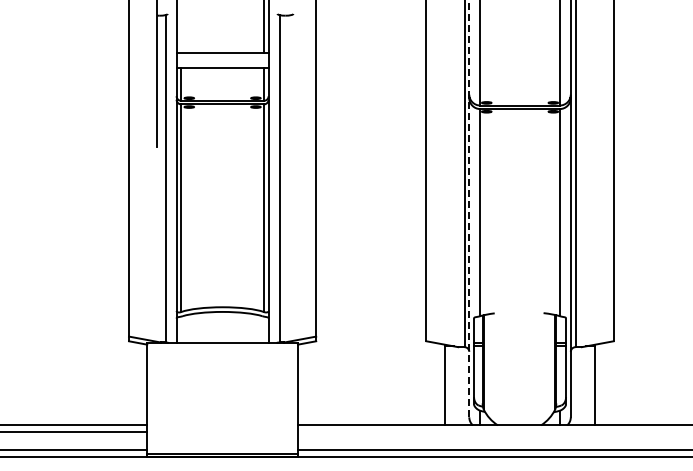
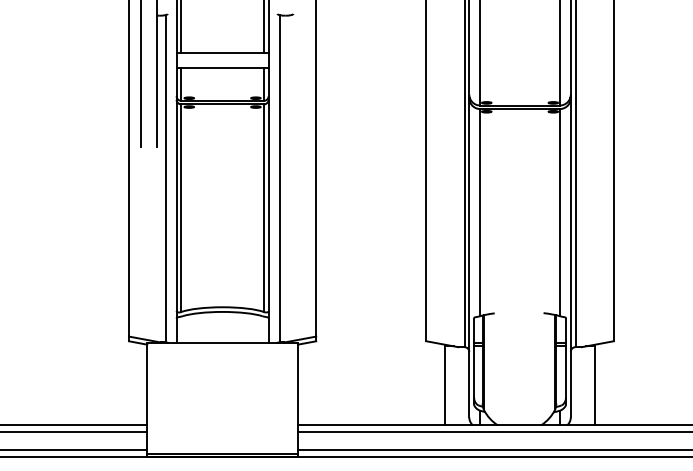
line at (181, 27): none -> present
line at (141, 74): none -> present
line at (469, 208): dashed -> solid
line at (493, 432): none -> present
